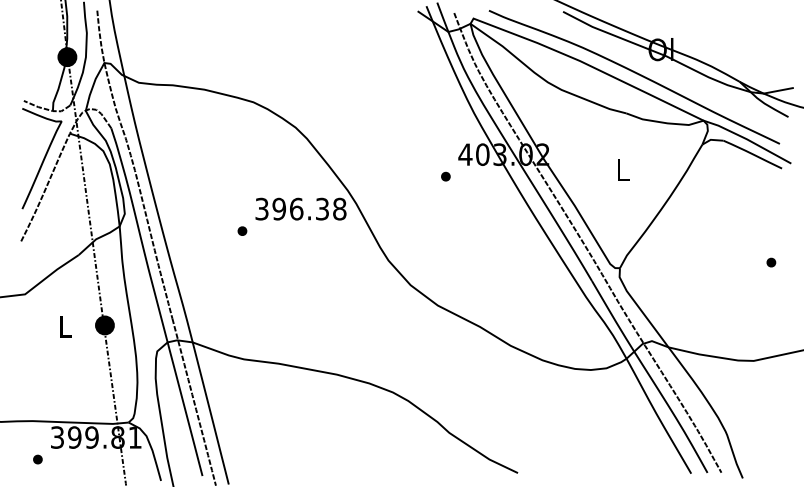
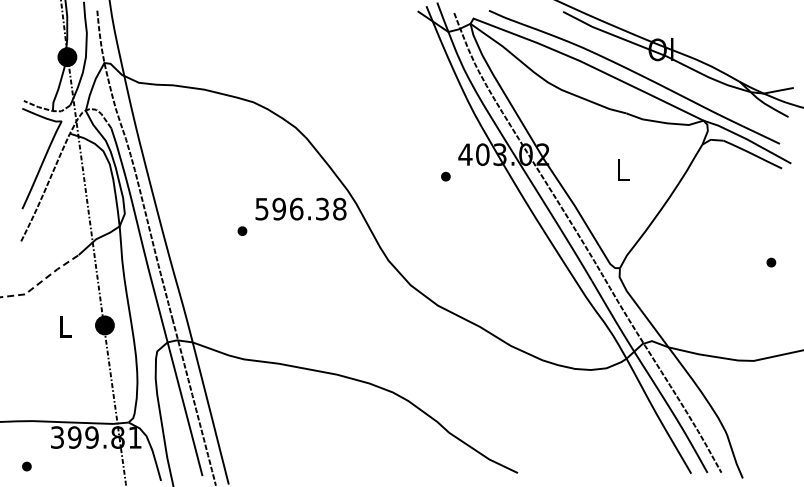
text at (262, 208): 396.38 -> 596.38
line at (41, 281): solid -> dashed
part at (37, 459) position: (37, 459) -> (26, 466)
